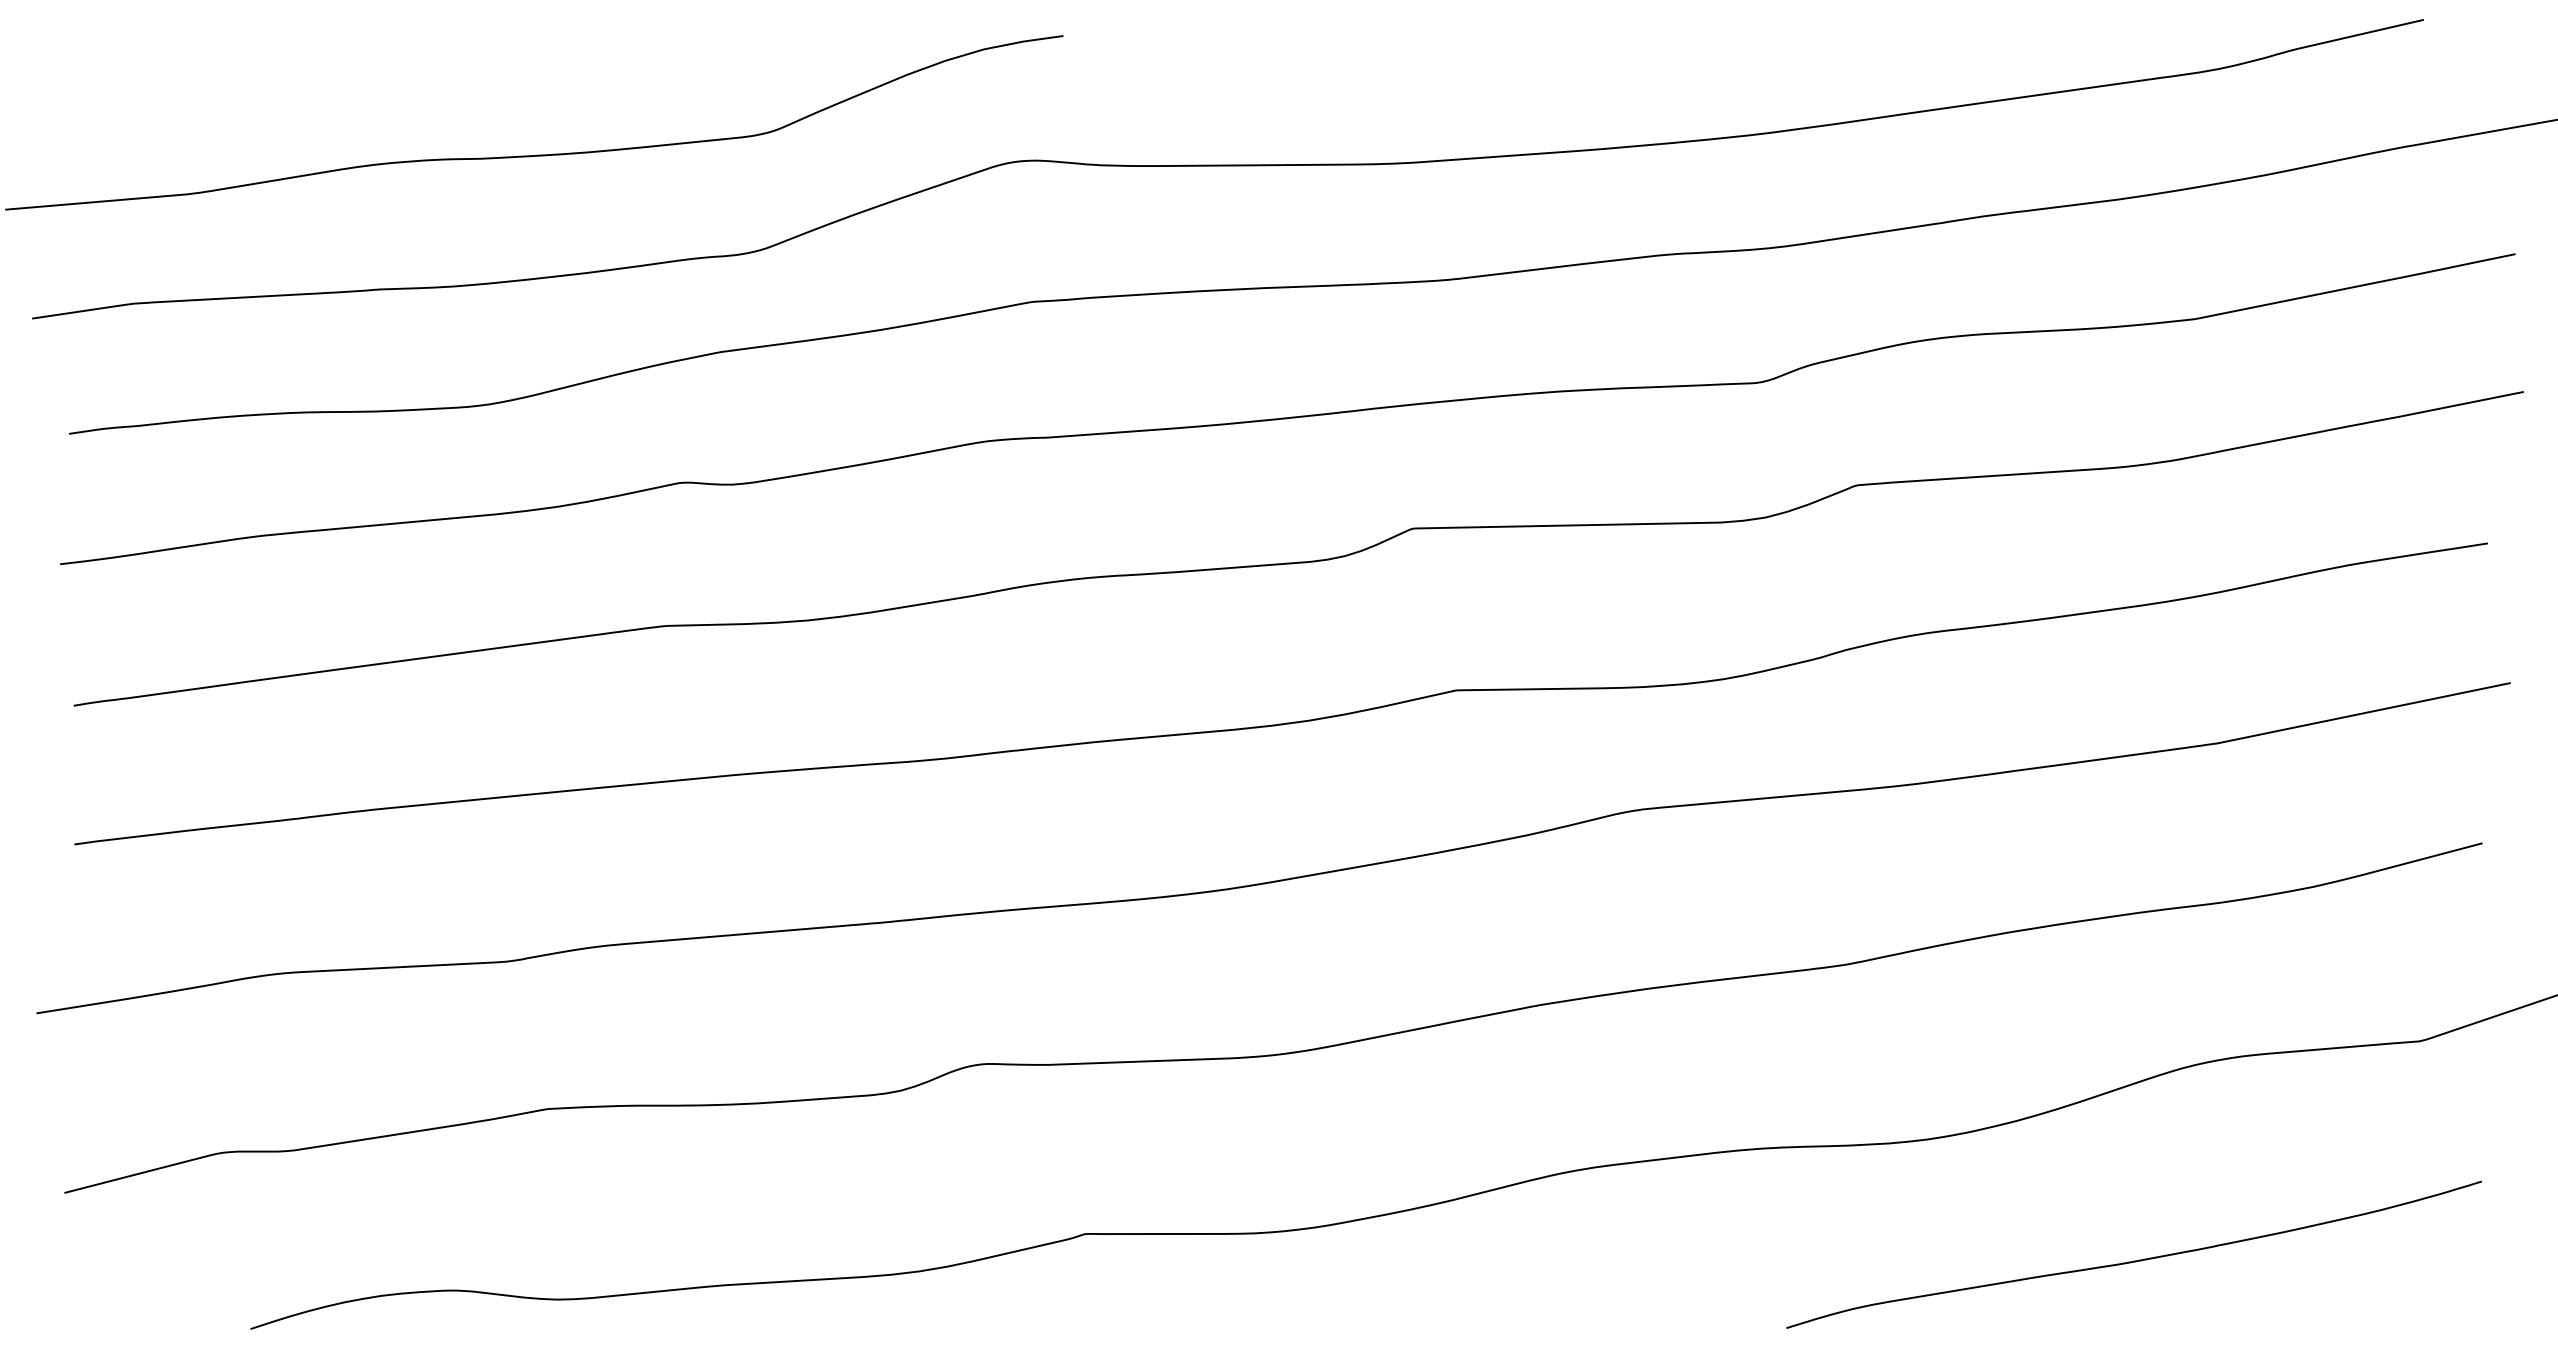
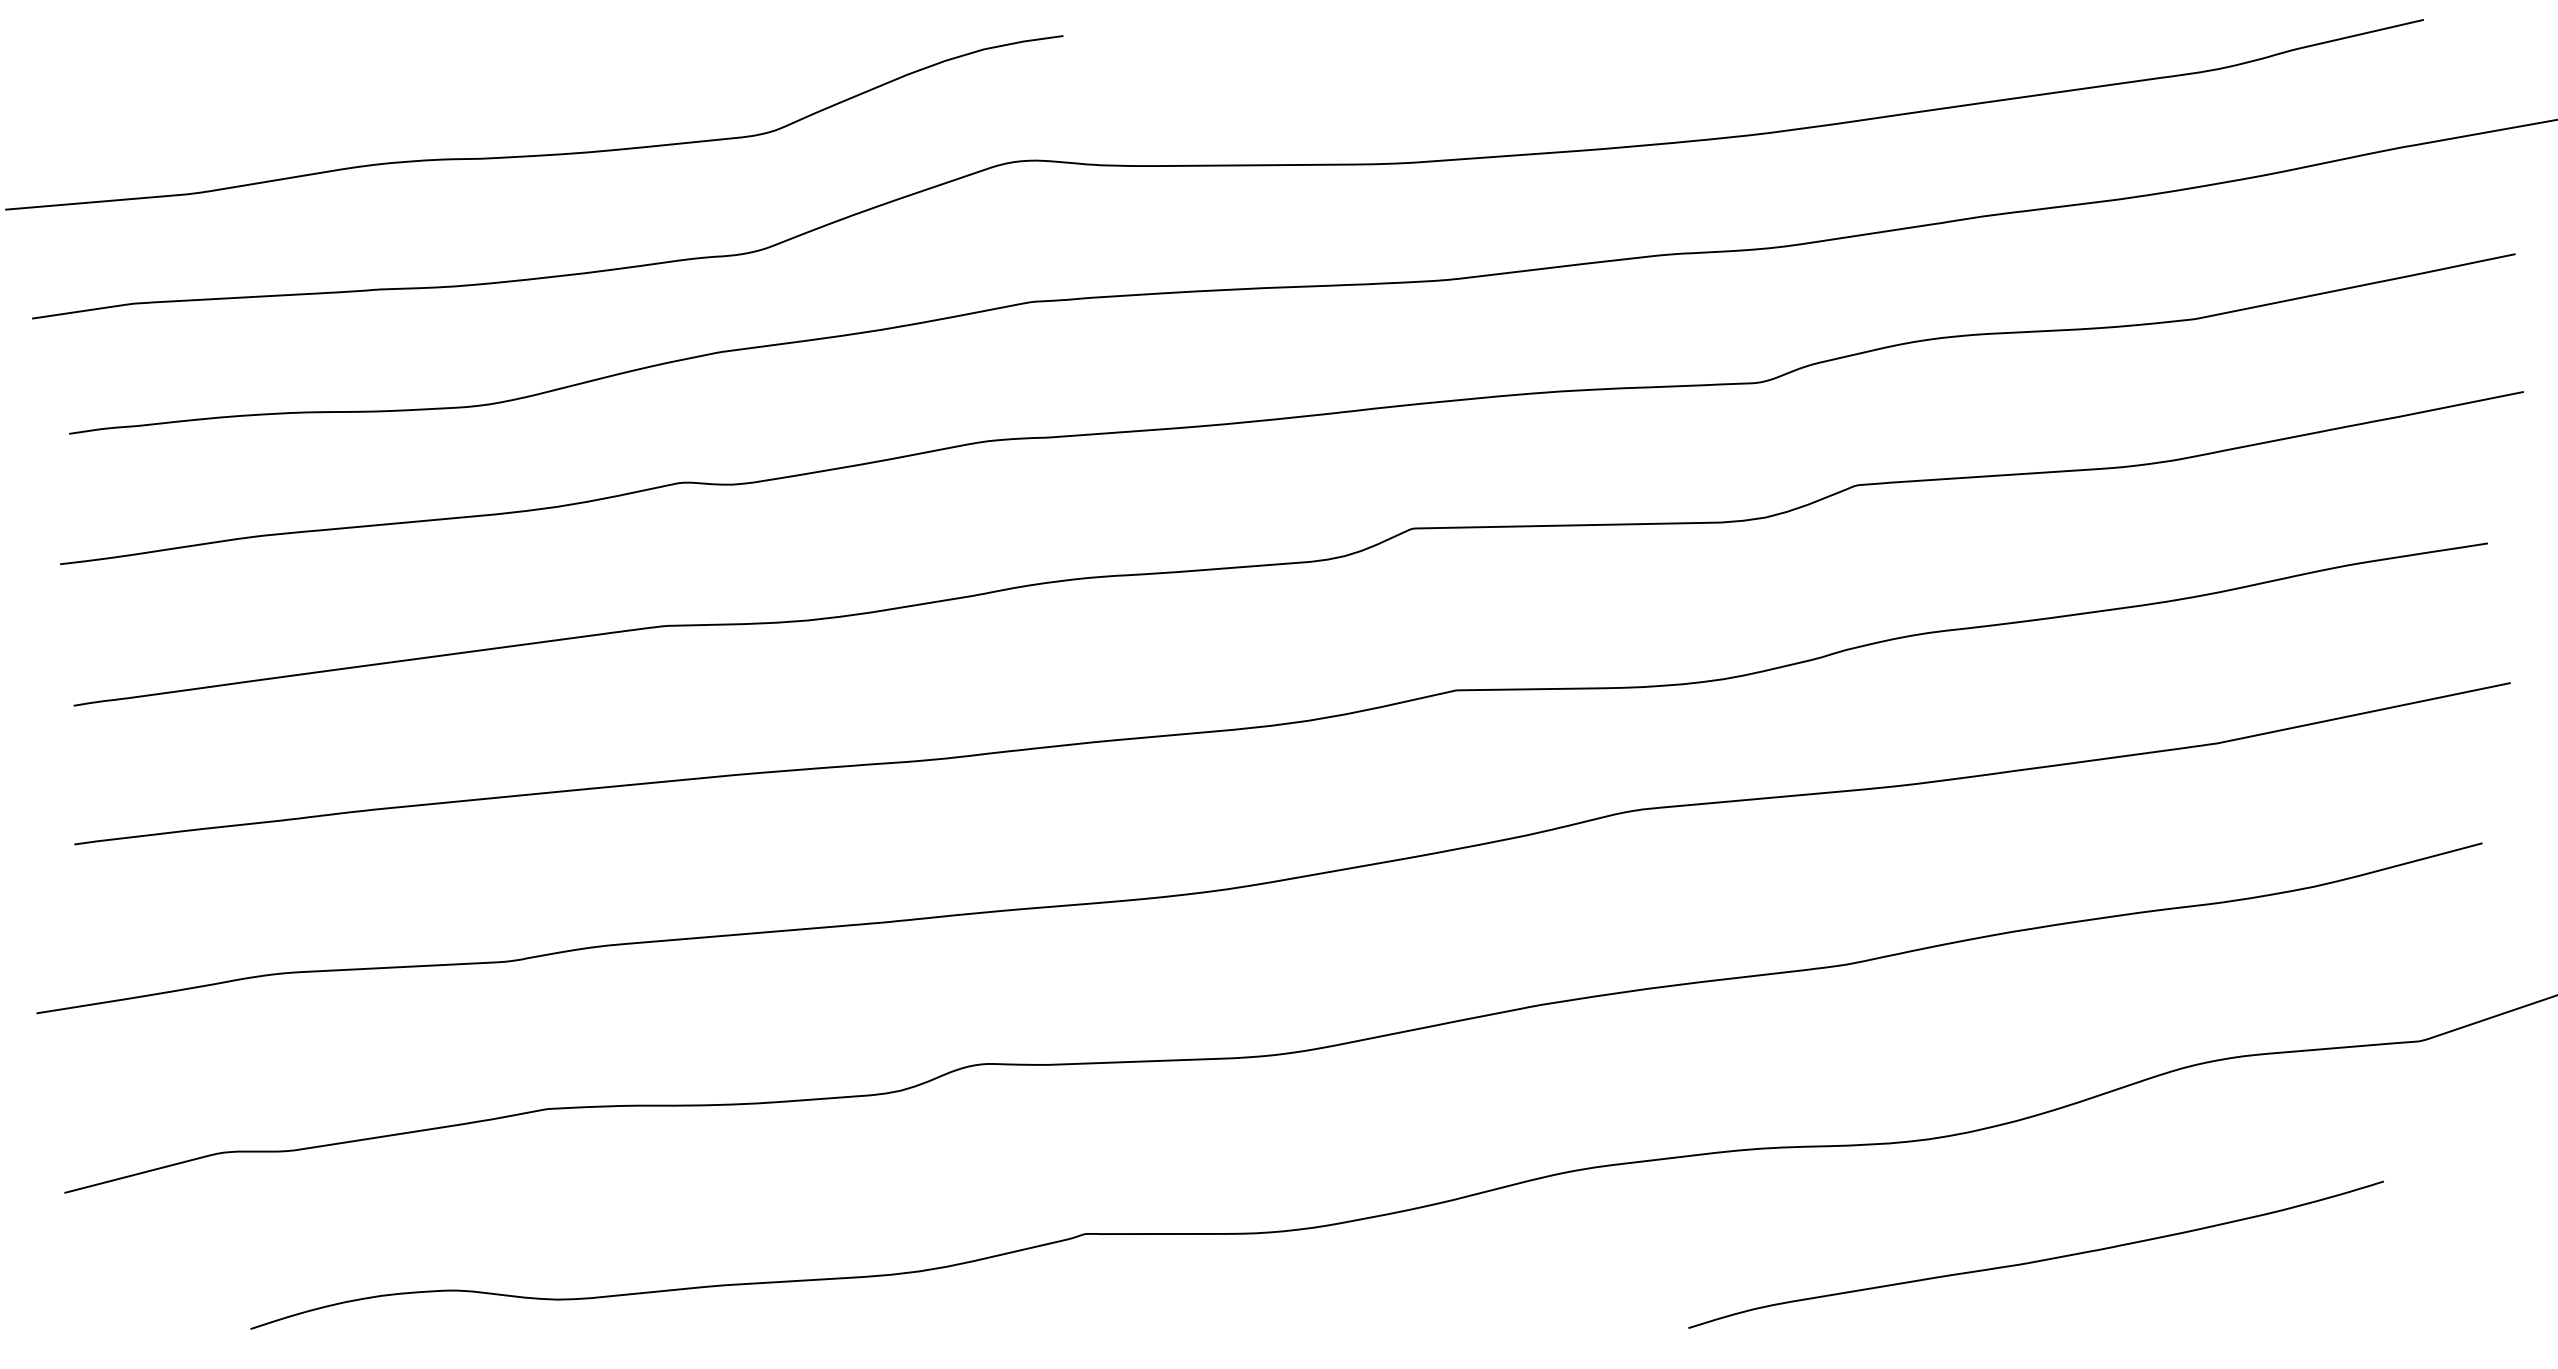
curve at (2133, 1260) position: (2133, 1260) -> (2035, 1260)
